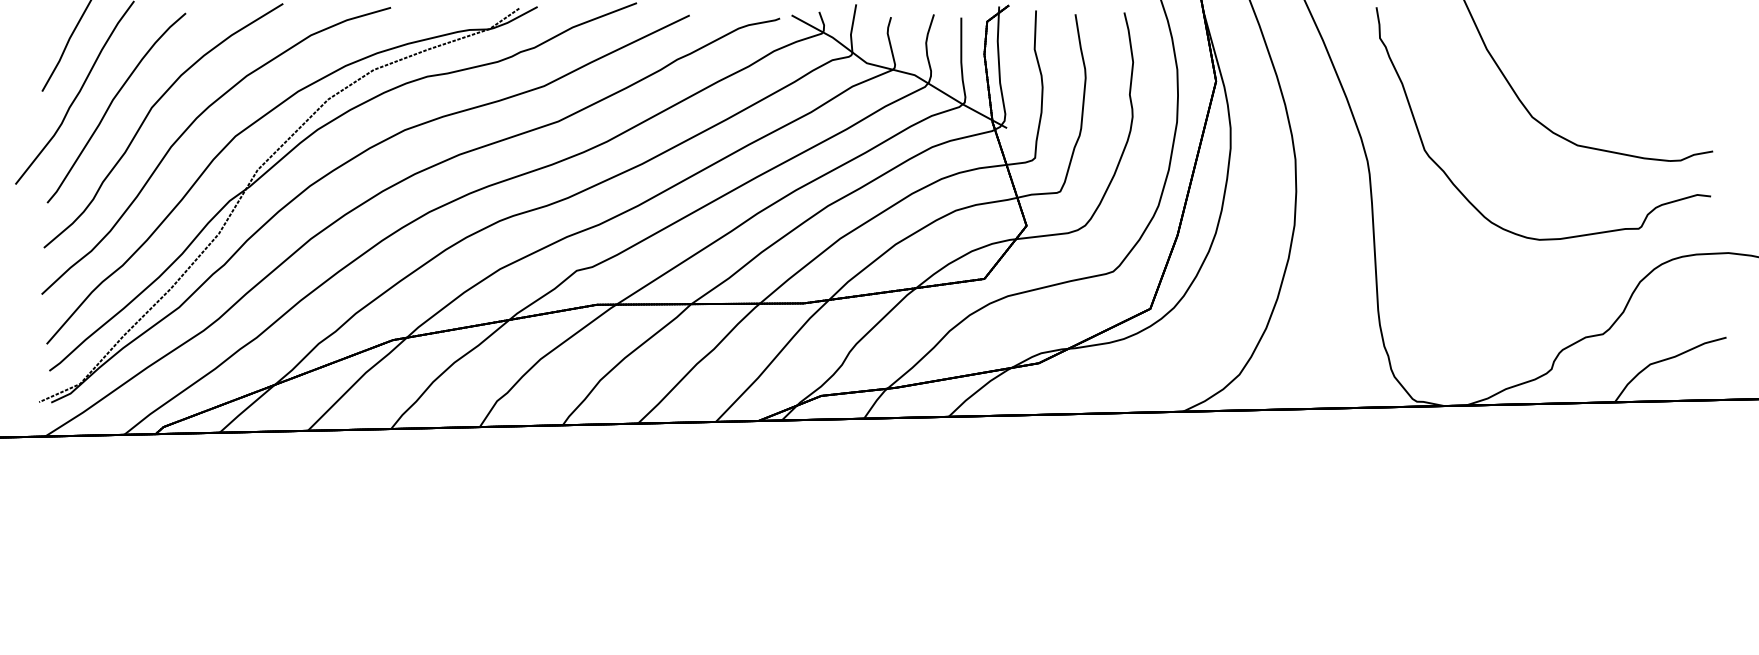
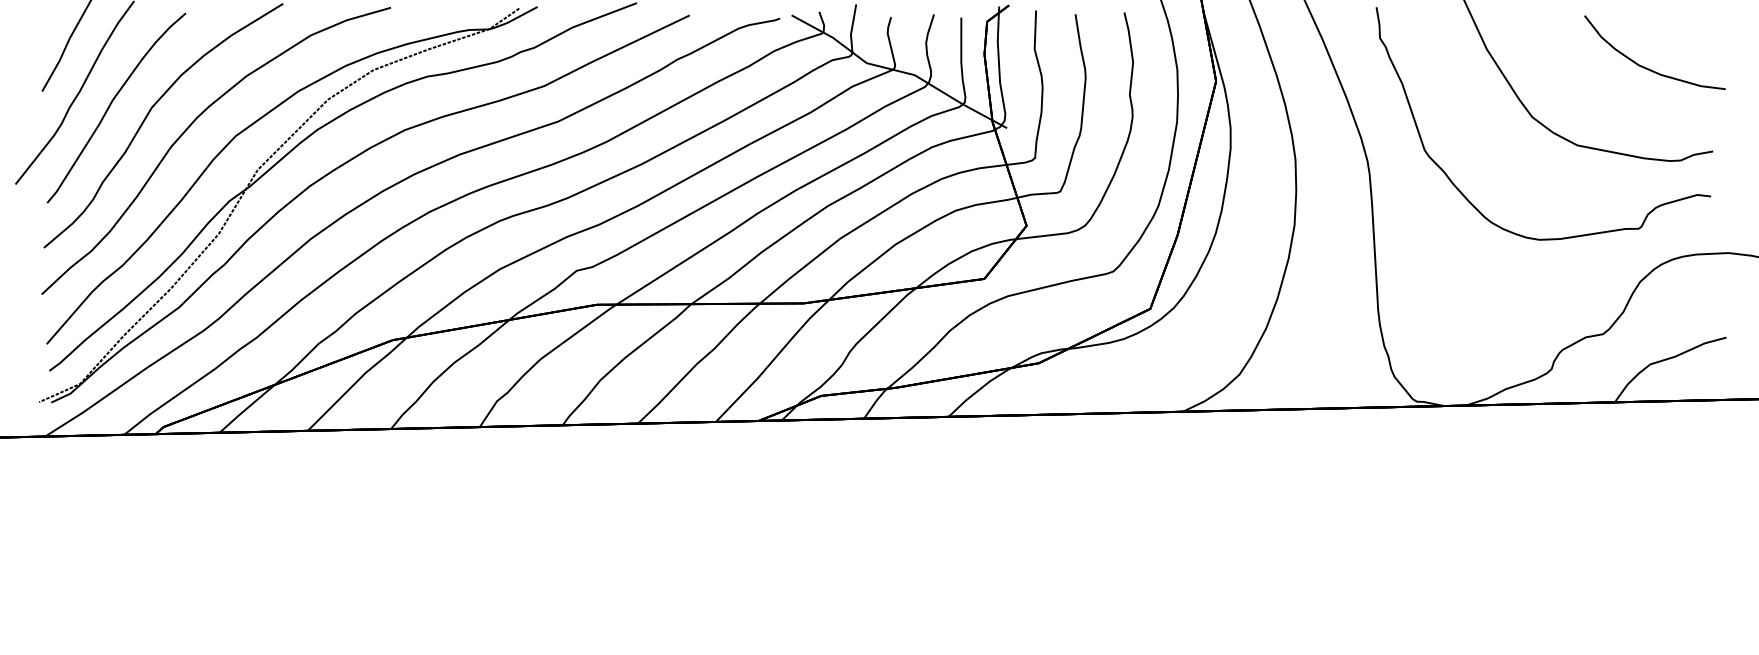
curve at (1649, 68): none -> present
